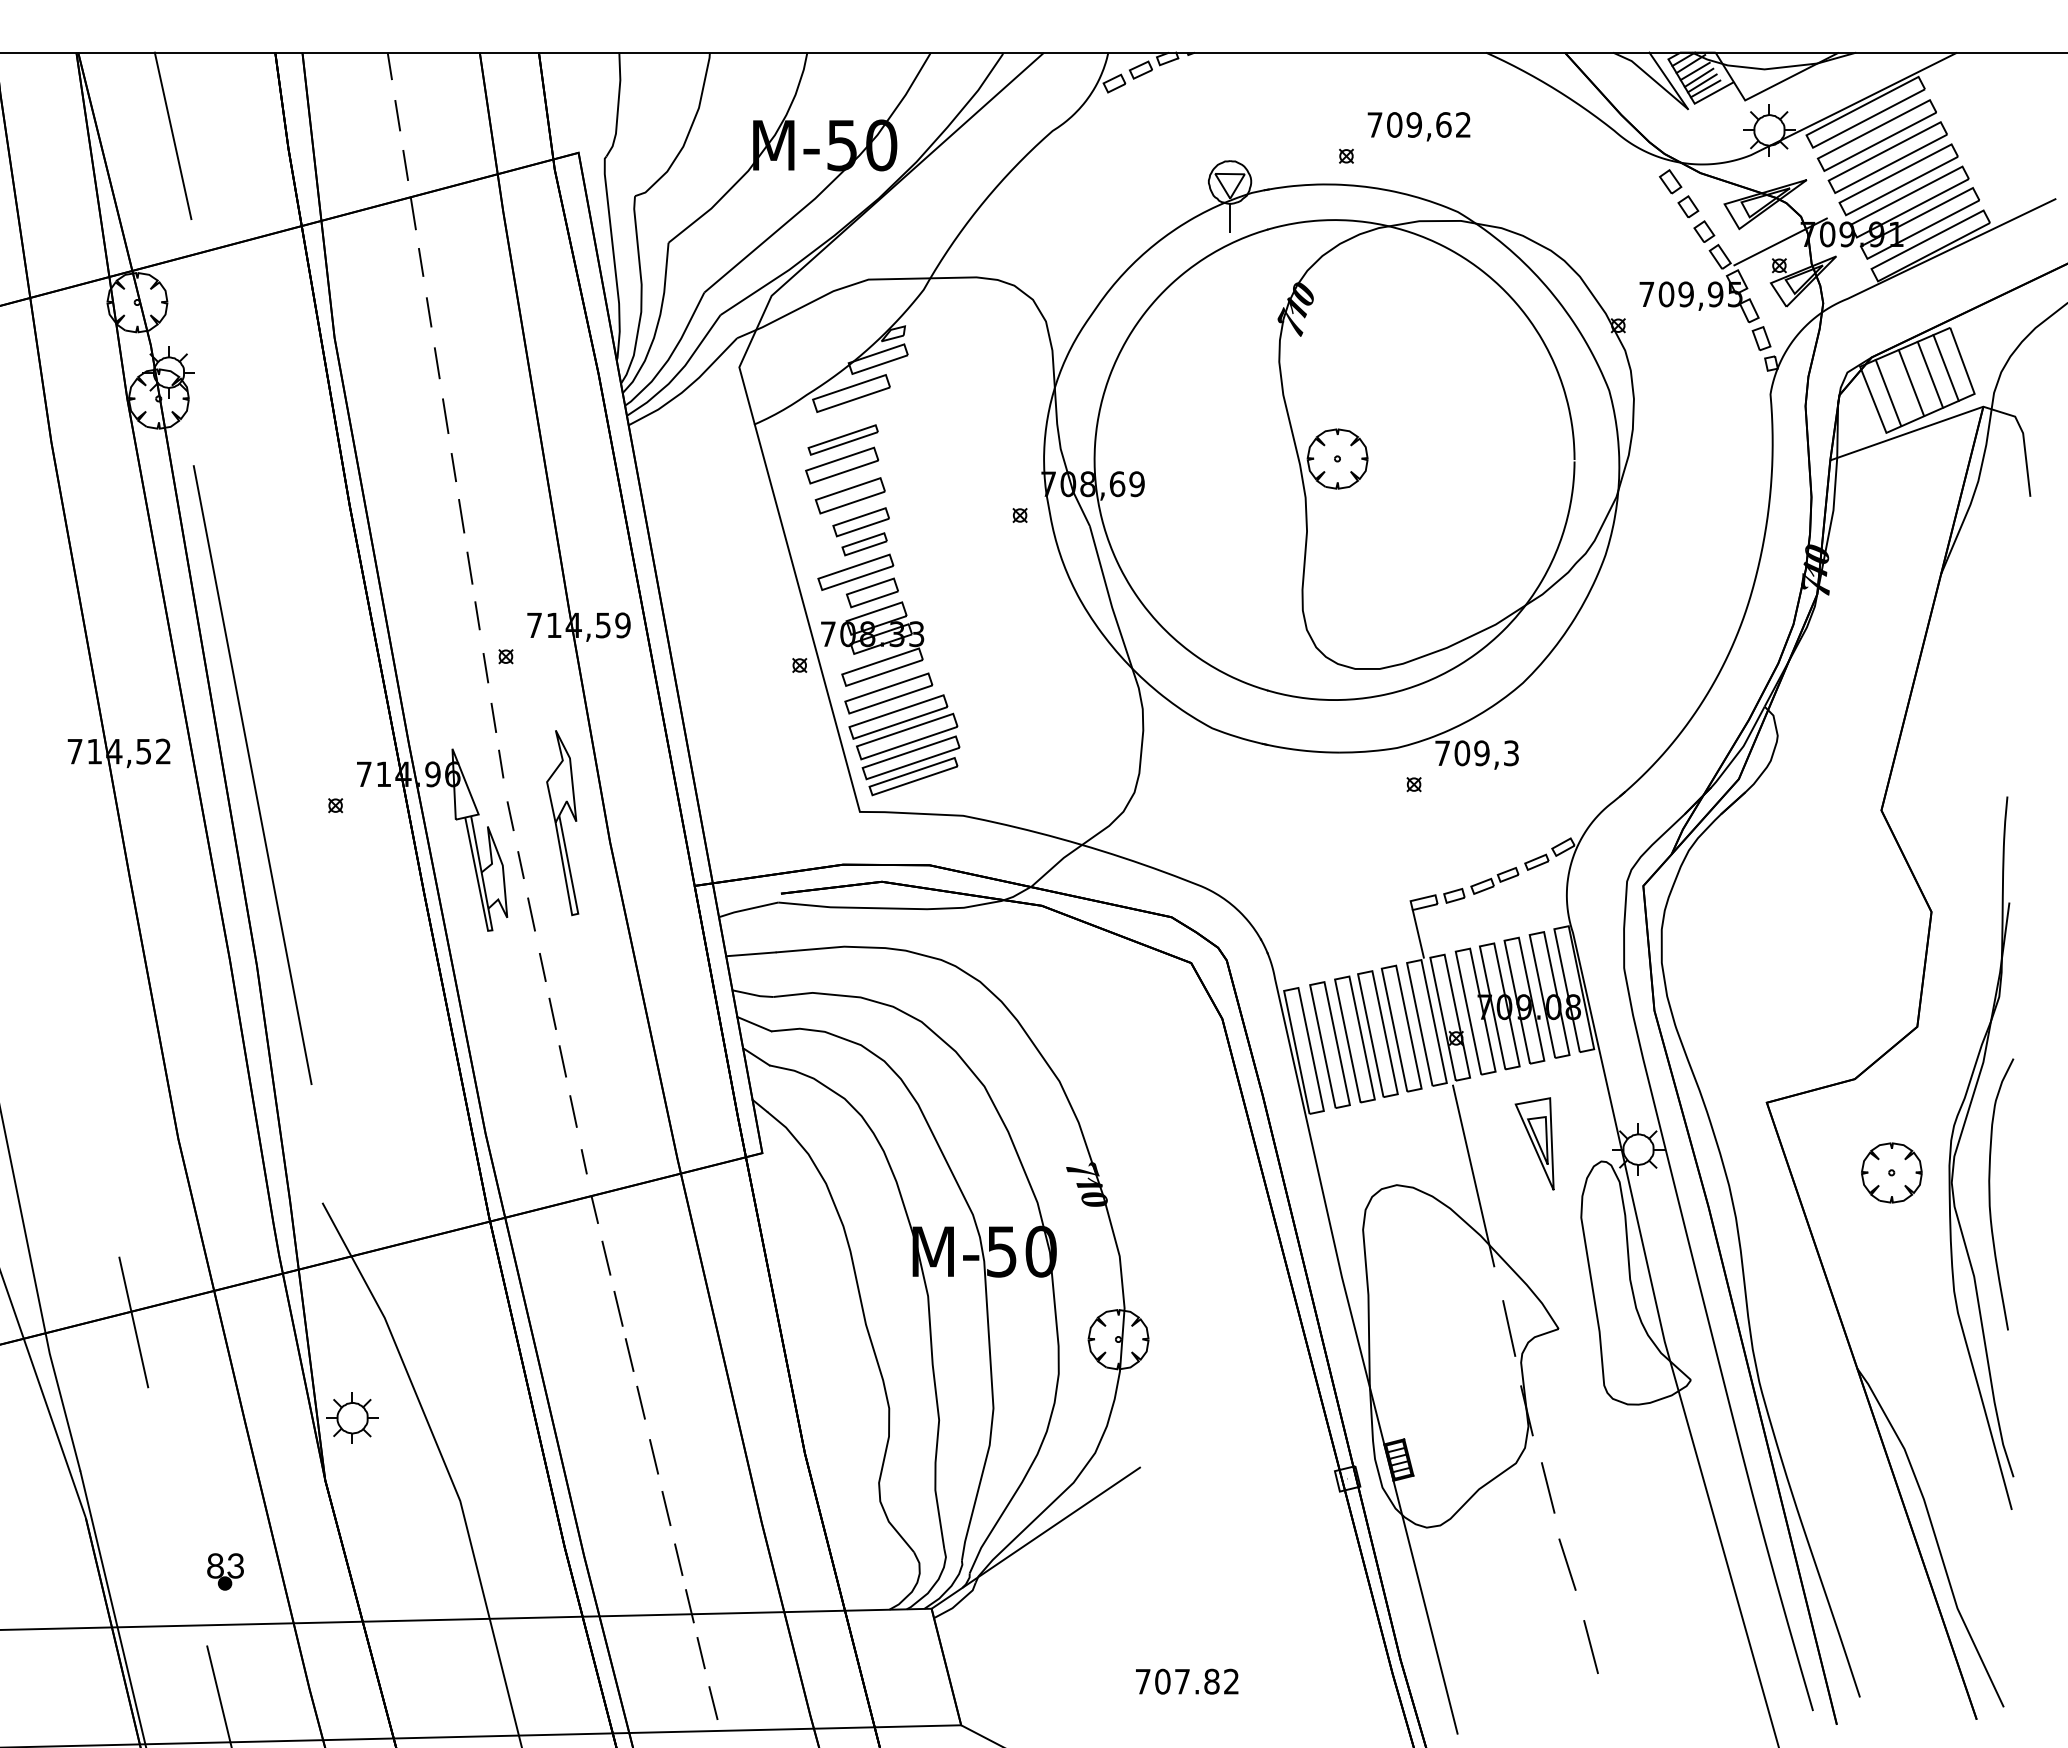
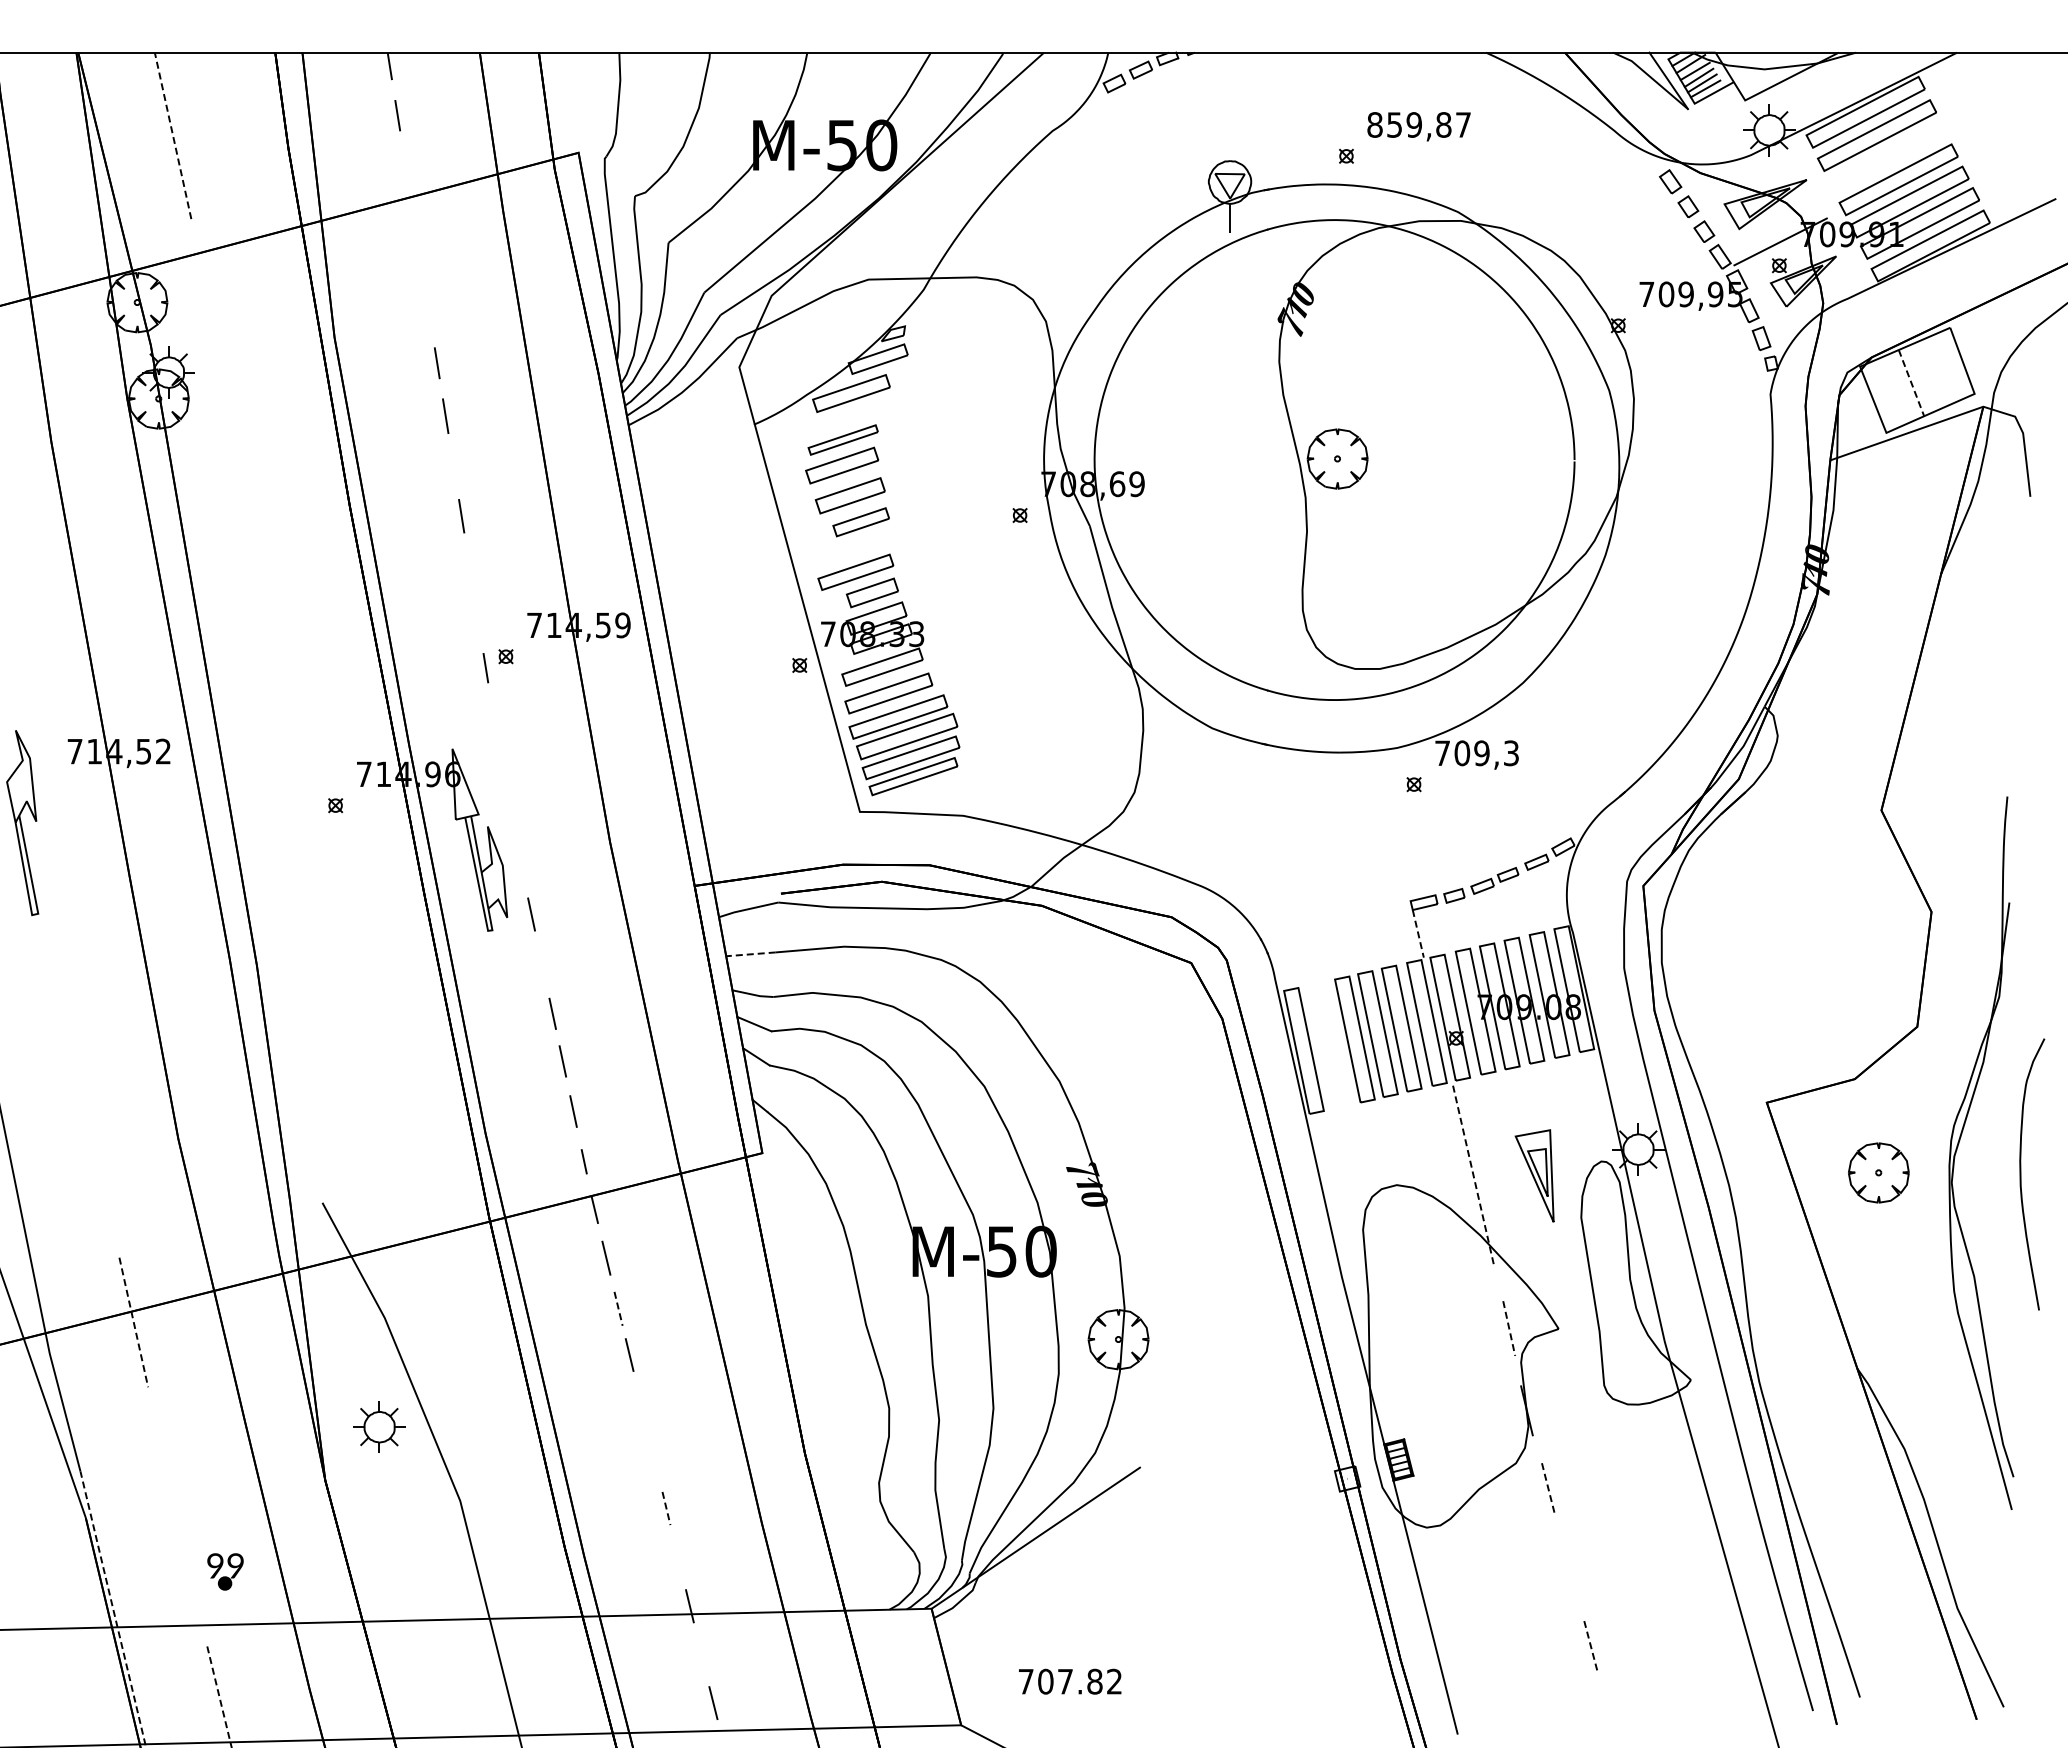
text at (1418, 124): 709,62 -> 859,87
line at (173, 135): solid -> dashed
part at (1887, 157): present -> none
line at (405, 165): present -> none
line at (412, 213): present -> none
line at (421, 262): present -> none
line at (428, 312): present -> none
line at (1945, 367): present -> none
line at (1930, 374): present -> none
line at (1911, 383): solid -> dashed
line at (1888, 392): present -> none
line at (453, 467): present -> none
part at (864, 544): present -> none
line at (469, 567): present -> none
line at (477, 615): present -> none
line at (493, 717): present -> none
line at (501, 763): present -> none
line at (252, 775): present -> none
line at (510, 816): present -> none
part at (562, 823) position: (562, 823) -> (22, 823)
line at (520, 865): present -> none
line at (1418, 934): solid -> dashed
line at (750, 954): solid -> dashed
line at (542, 966): present -> none
part at (1329, 1044): present -> none
part at (1534, 1143) position: (1534, 1143) -> (1534, 1175)
part at (1891, 1172) position: (1891, 1172) -> (1878, 1172)
line at (1473, 1176): solid -> dashed
curve at (1990, 1194) position: (1990, 1194) -> (2021, 1174)
line at (618, 1309): solid -> dashed
line at (133, 1322): solid -> dashed
line at (1509, 1329): solid -> dashed
line at (640, 1402): present -> none
part at (352, 1417) position: (352, 1417) -> (379, 1426)
line at (654, 1456): present -> none
line at (1548, 1487): solid -> dashed
line at (666, 1508): solid -> dashed
line at (678, 1559): present -> none
line at (1567, 1564): present -> none
text at (225, 1565): 83 -> 99
line at (113, 1609): solid -> dashed
line at (1591, 1647): solid -> dashed
line at (700, 1653): present -> none
text at (1187, 1681) position: (1187, 1681) -> (1070, 1681)
line at (219, 1697): solid -> dashed
